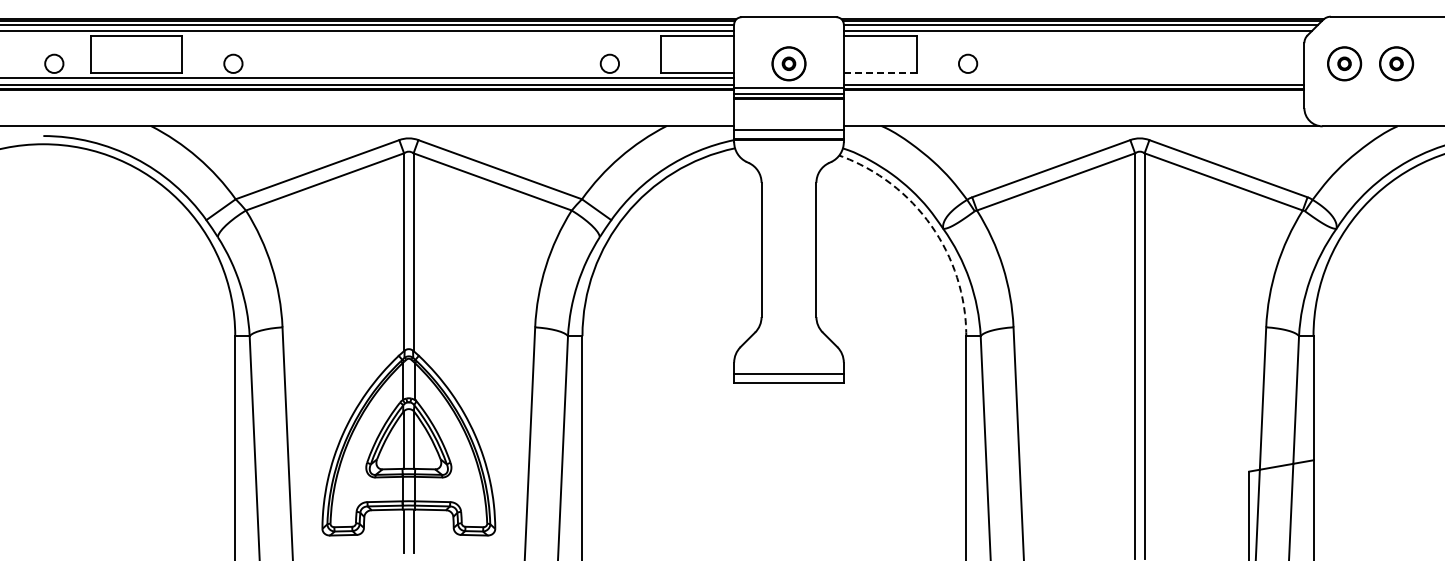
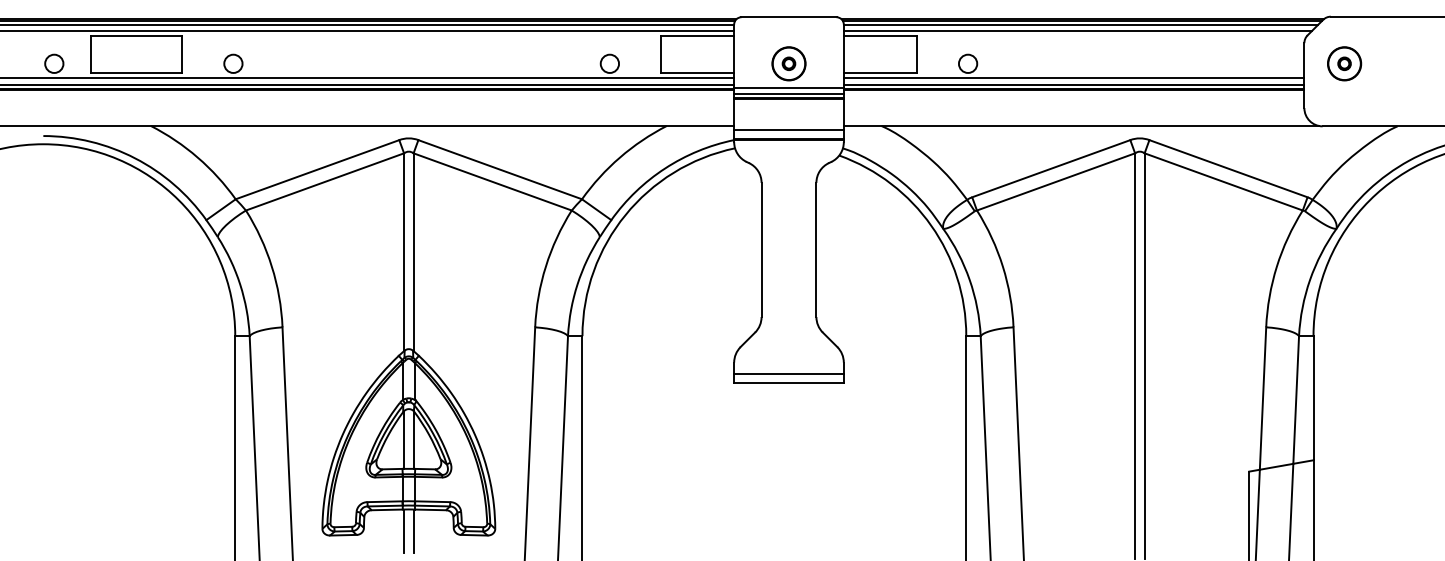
part at (1396, 63): present -> none
line at (880, 72): dashed -> solid
line at (1073, 78): none -> present
arc at (931, 225): dashed -> solid
